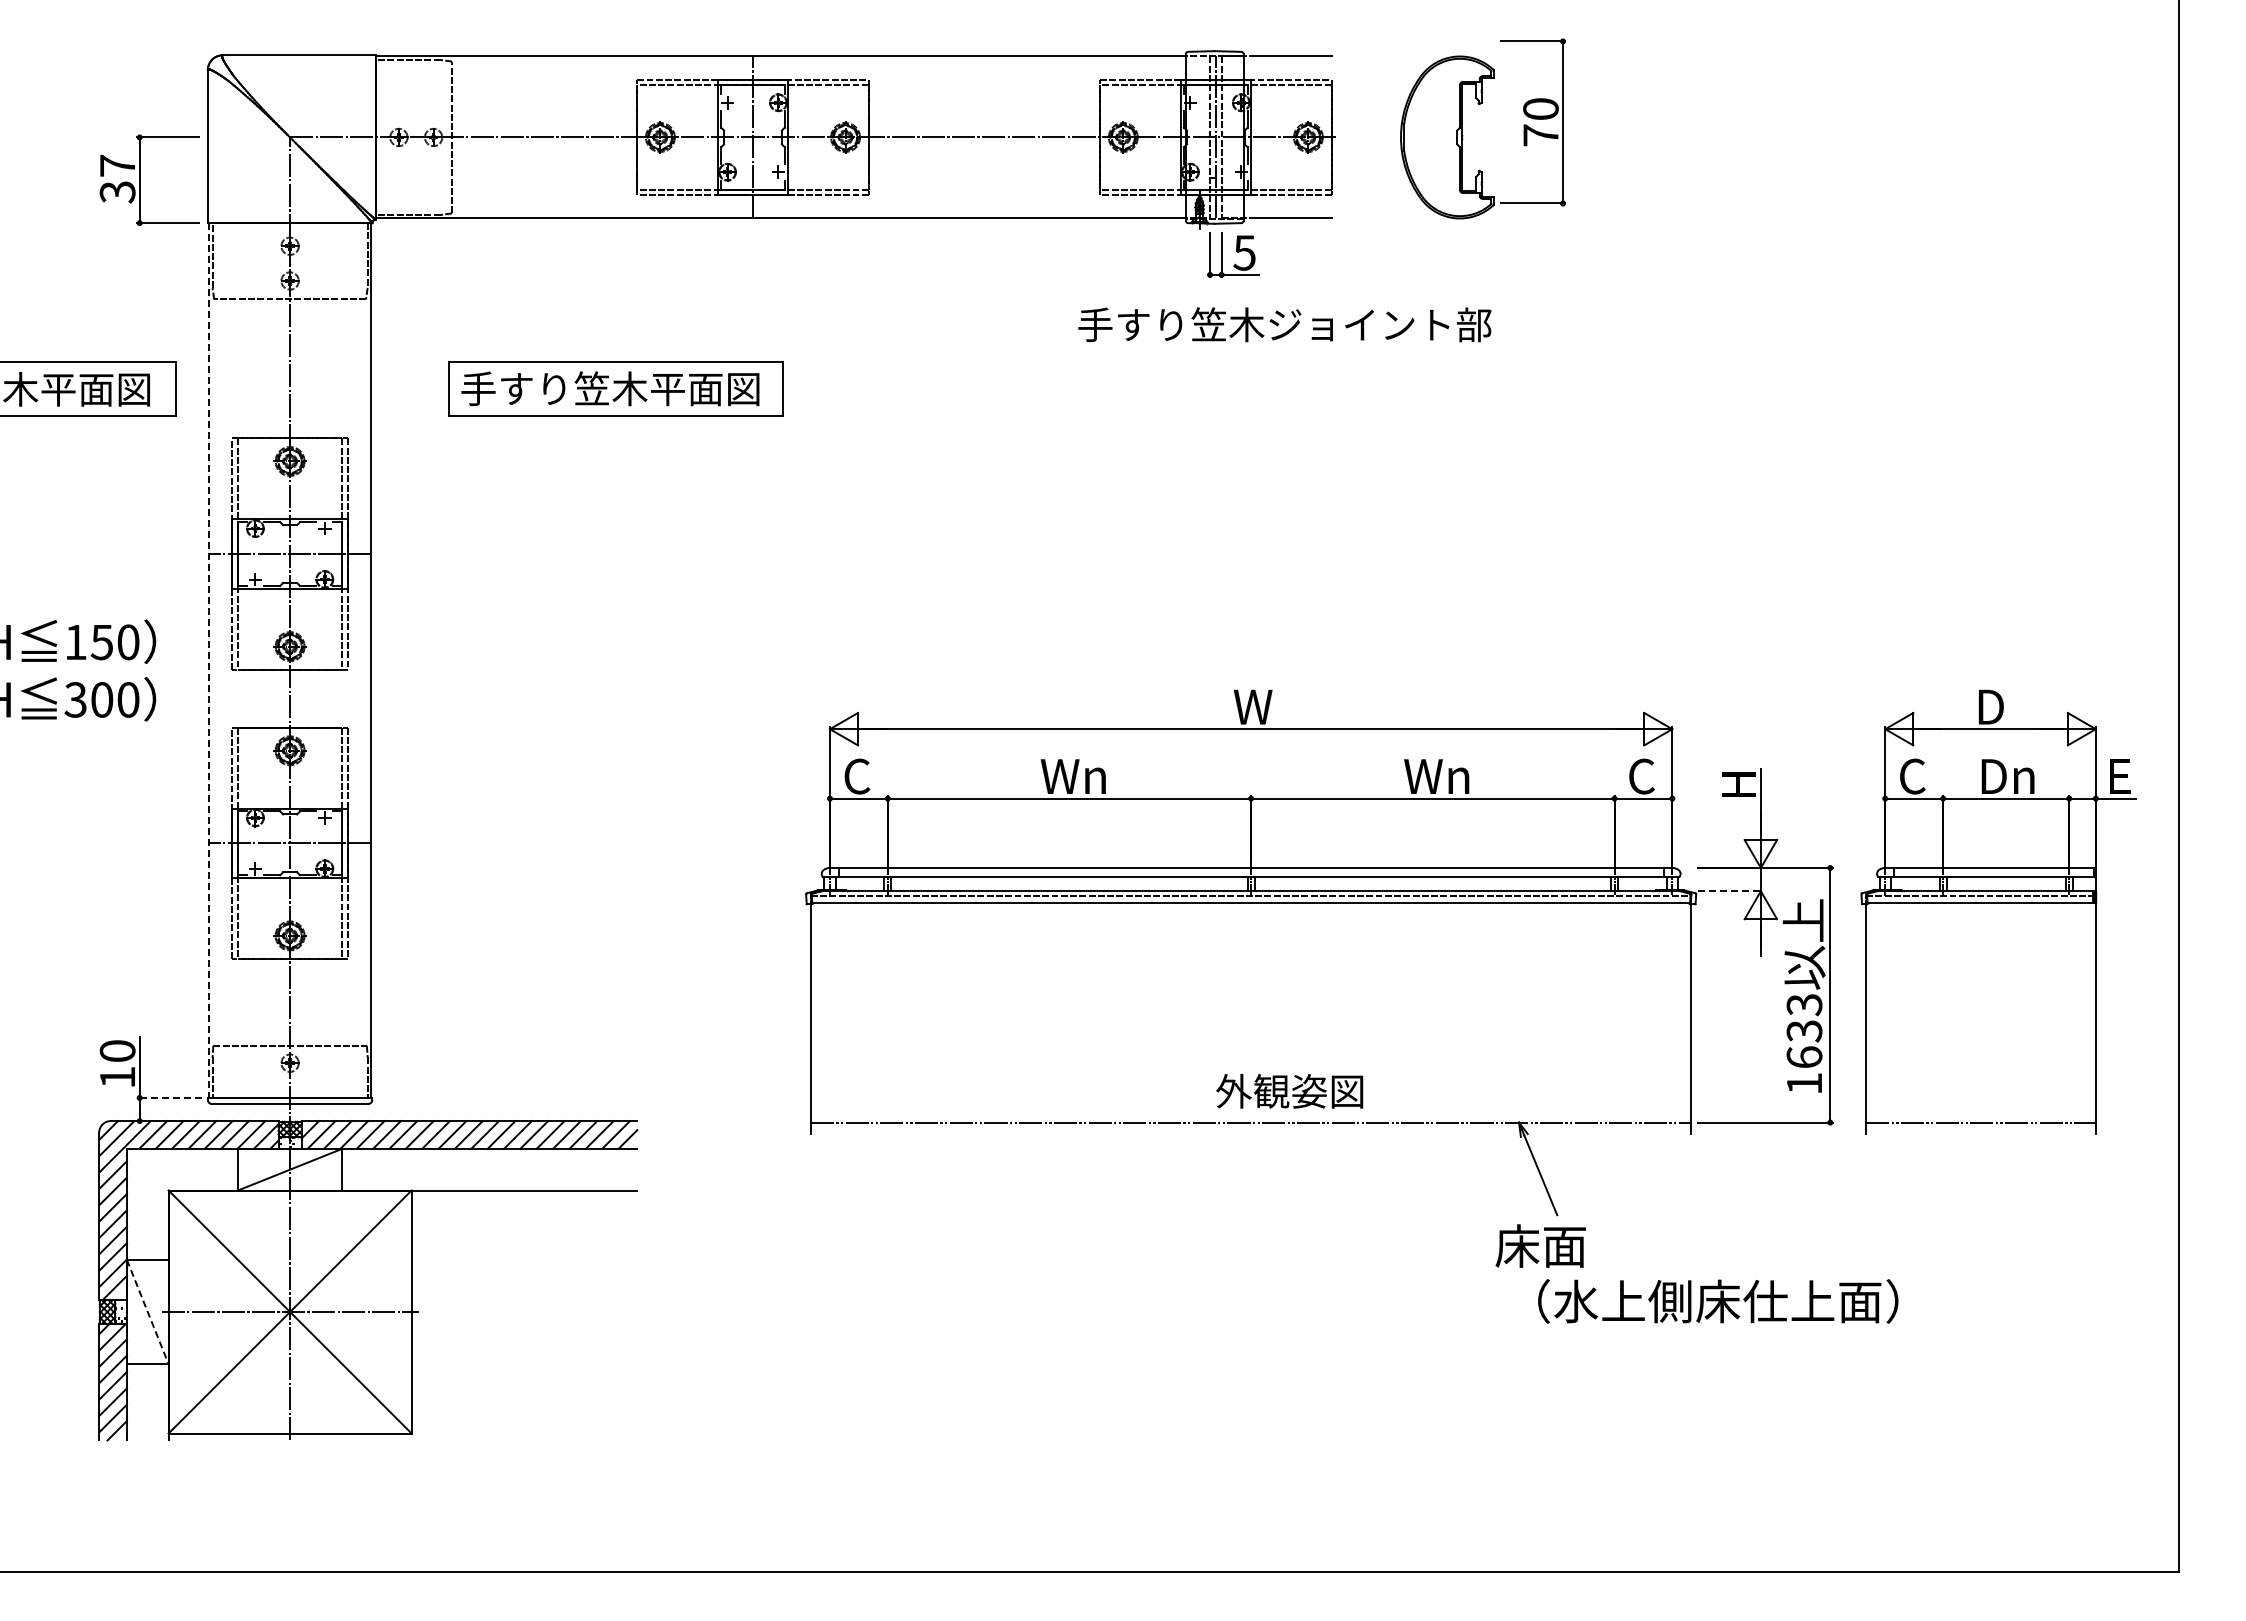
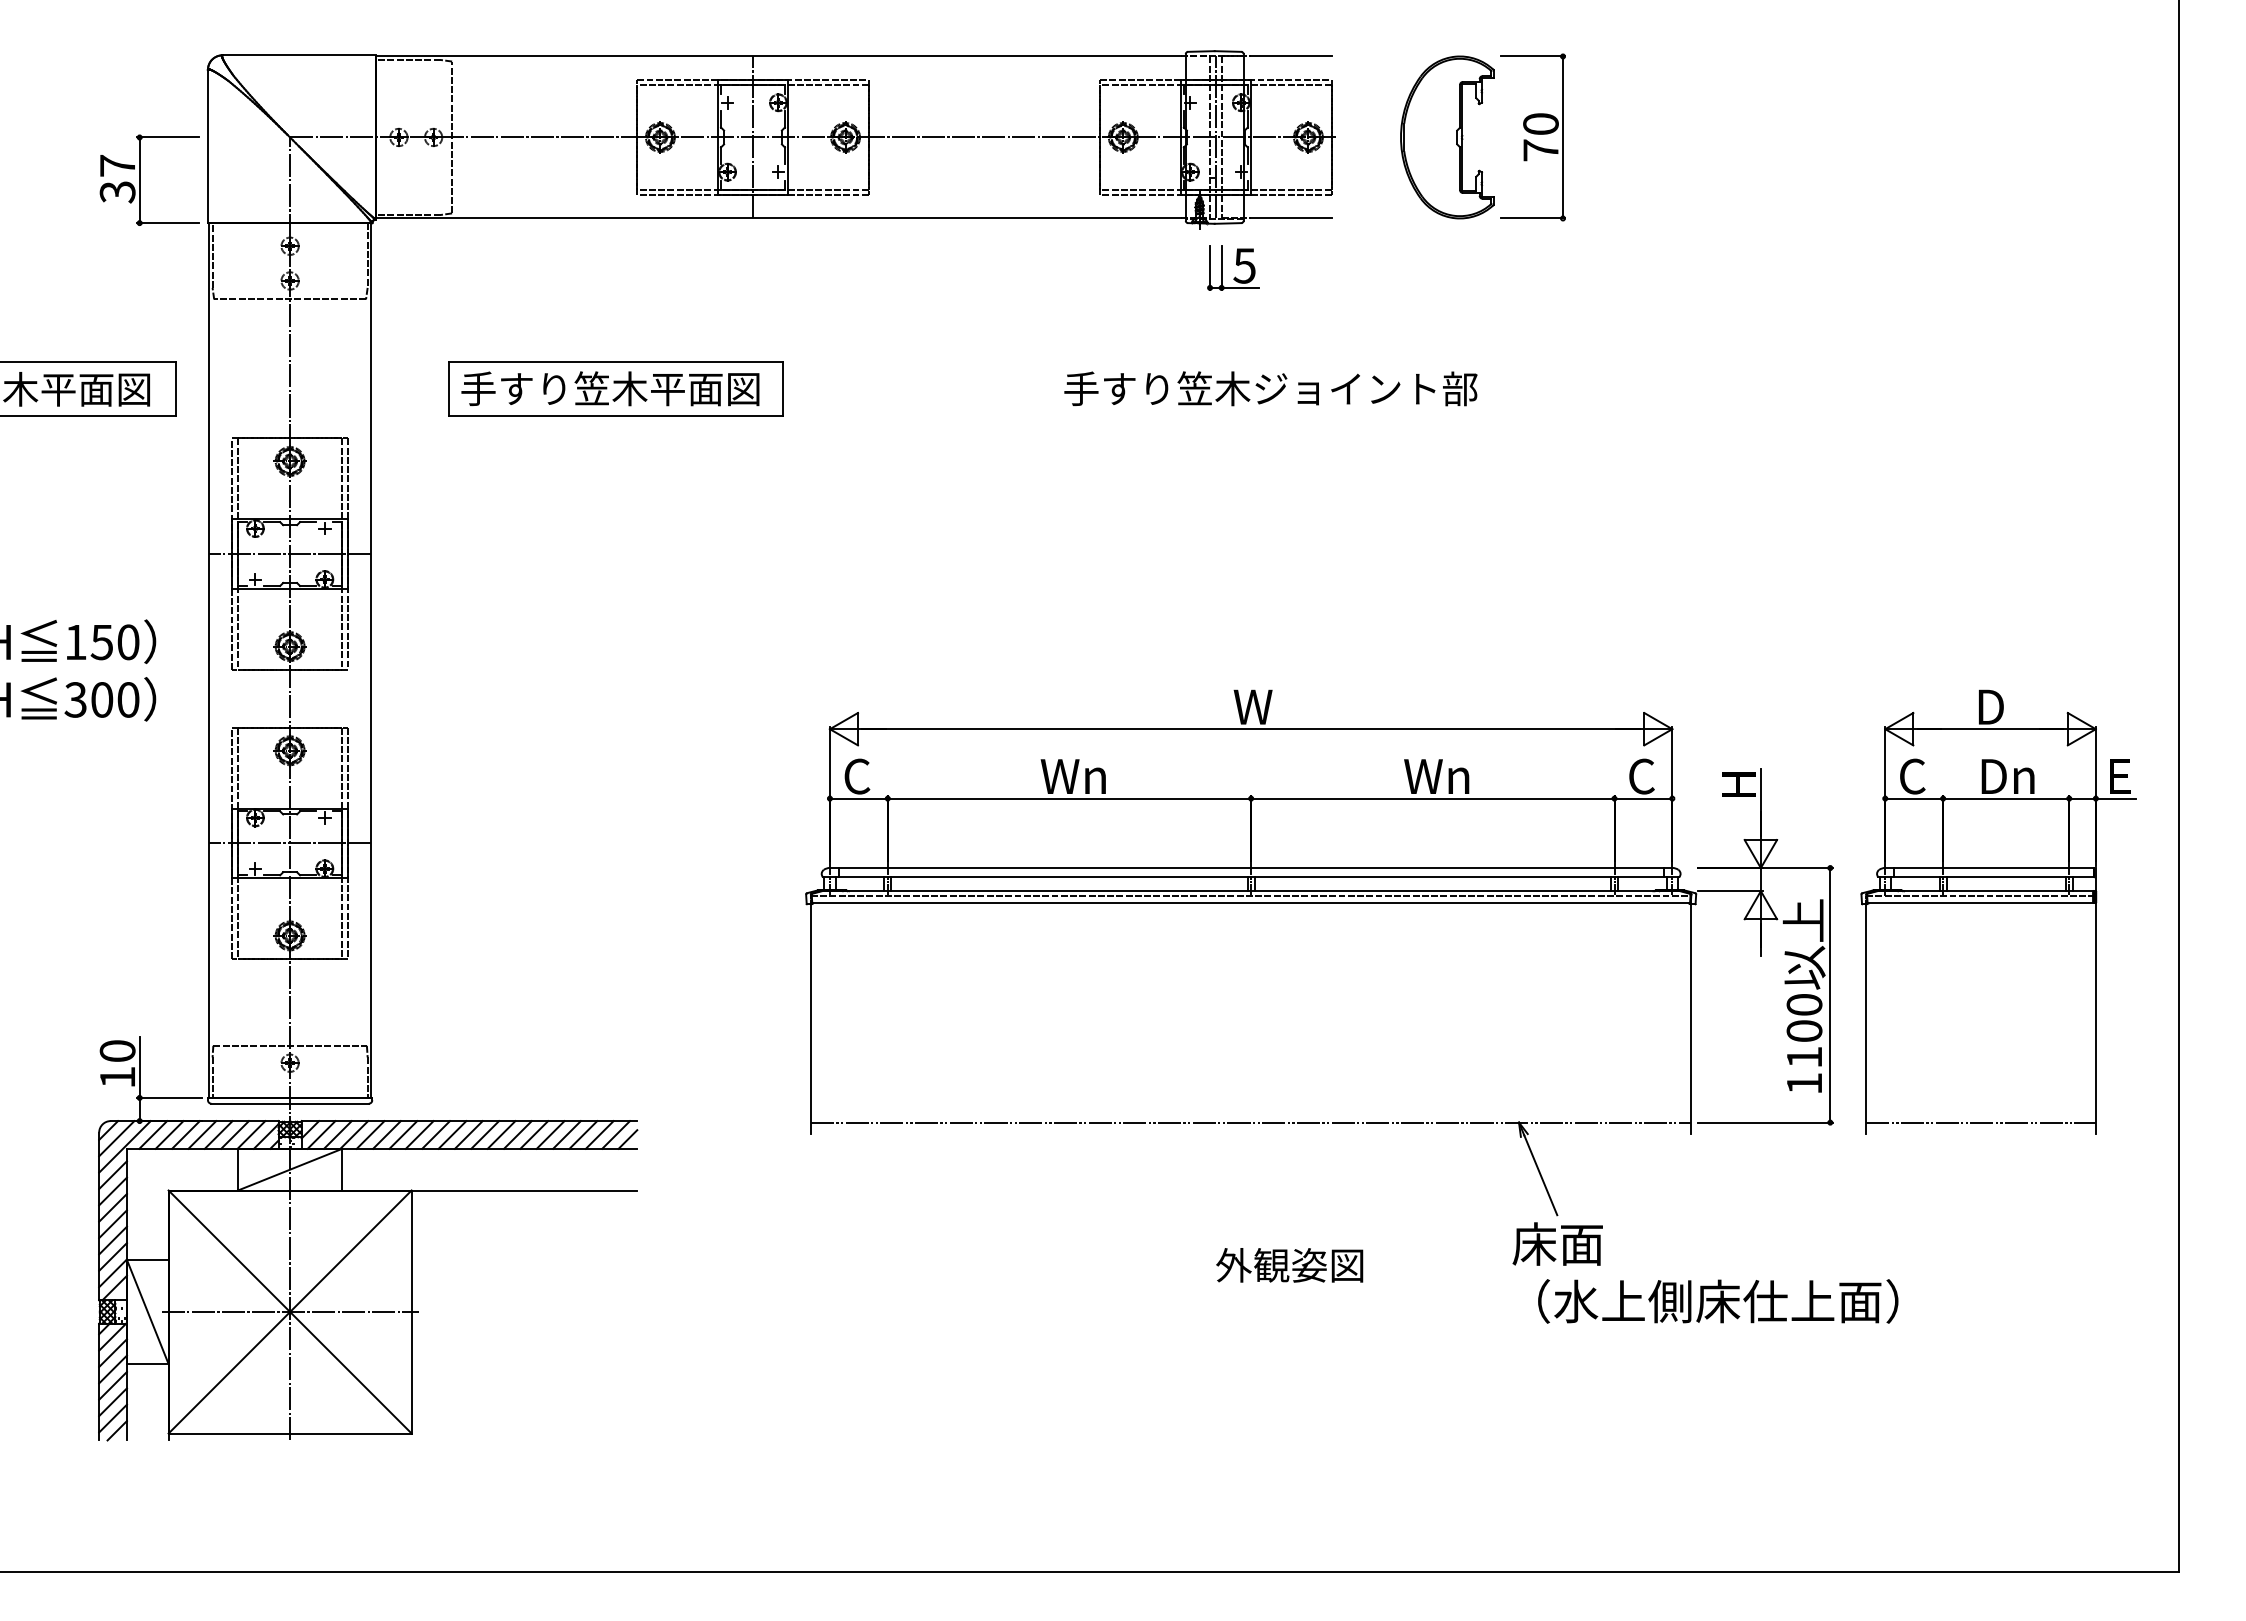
part at (1532, 122) position: (1532, 122) -> (1532, 137)
part at (1233, 254) position: (1233, 254) -> (1233, 267)
text at (1284, 324) position: (1284, 324) -> (1270, 388)
line at (209, 661): dashed -> solid
line at (1731, 891): dashed -> solid
text at (1804, 1030): 1633 -> 1100
text at (1289, 1091) position: (1289, 1091) -> (1289, 1265)
line at (169, 1097): dashed -> solid
text at (1540, 1245) position: (1540, 1245) -> (1557, 1243)
line at (147, 1312): dashed -> solid
